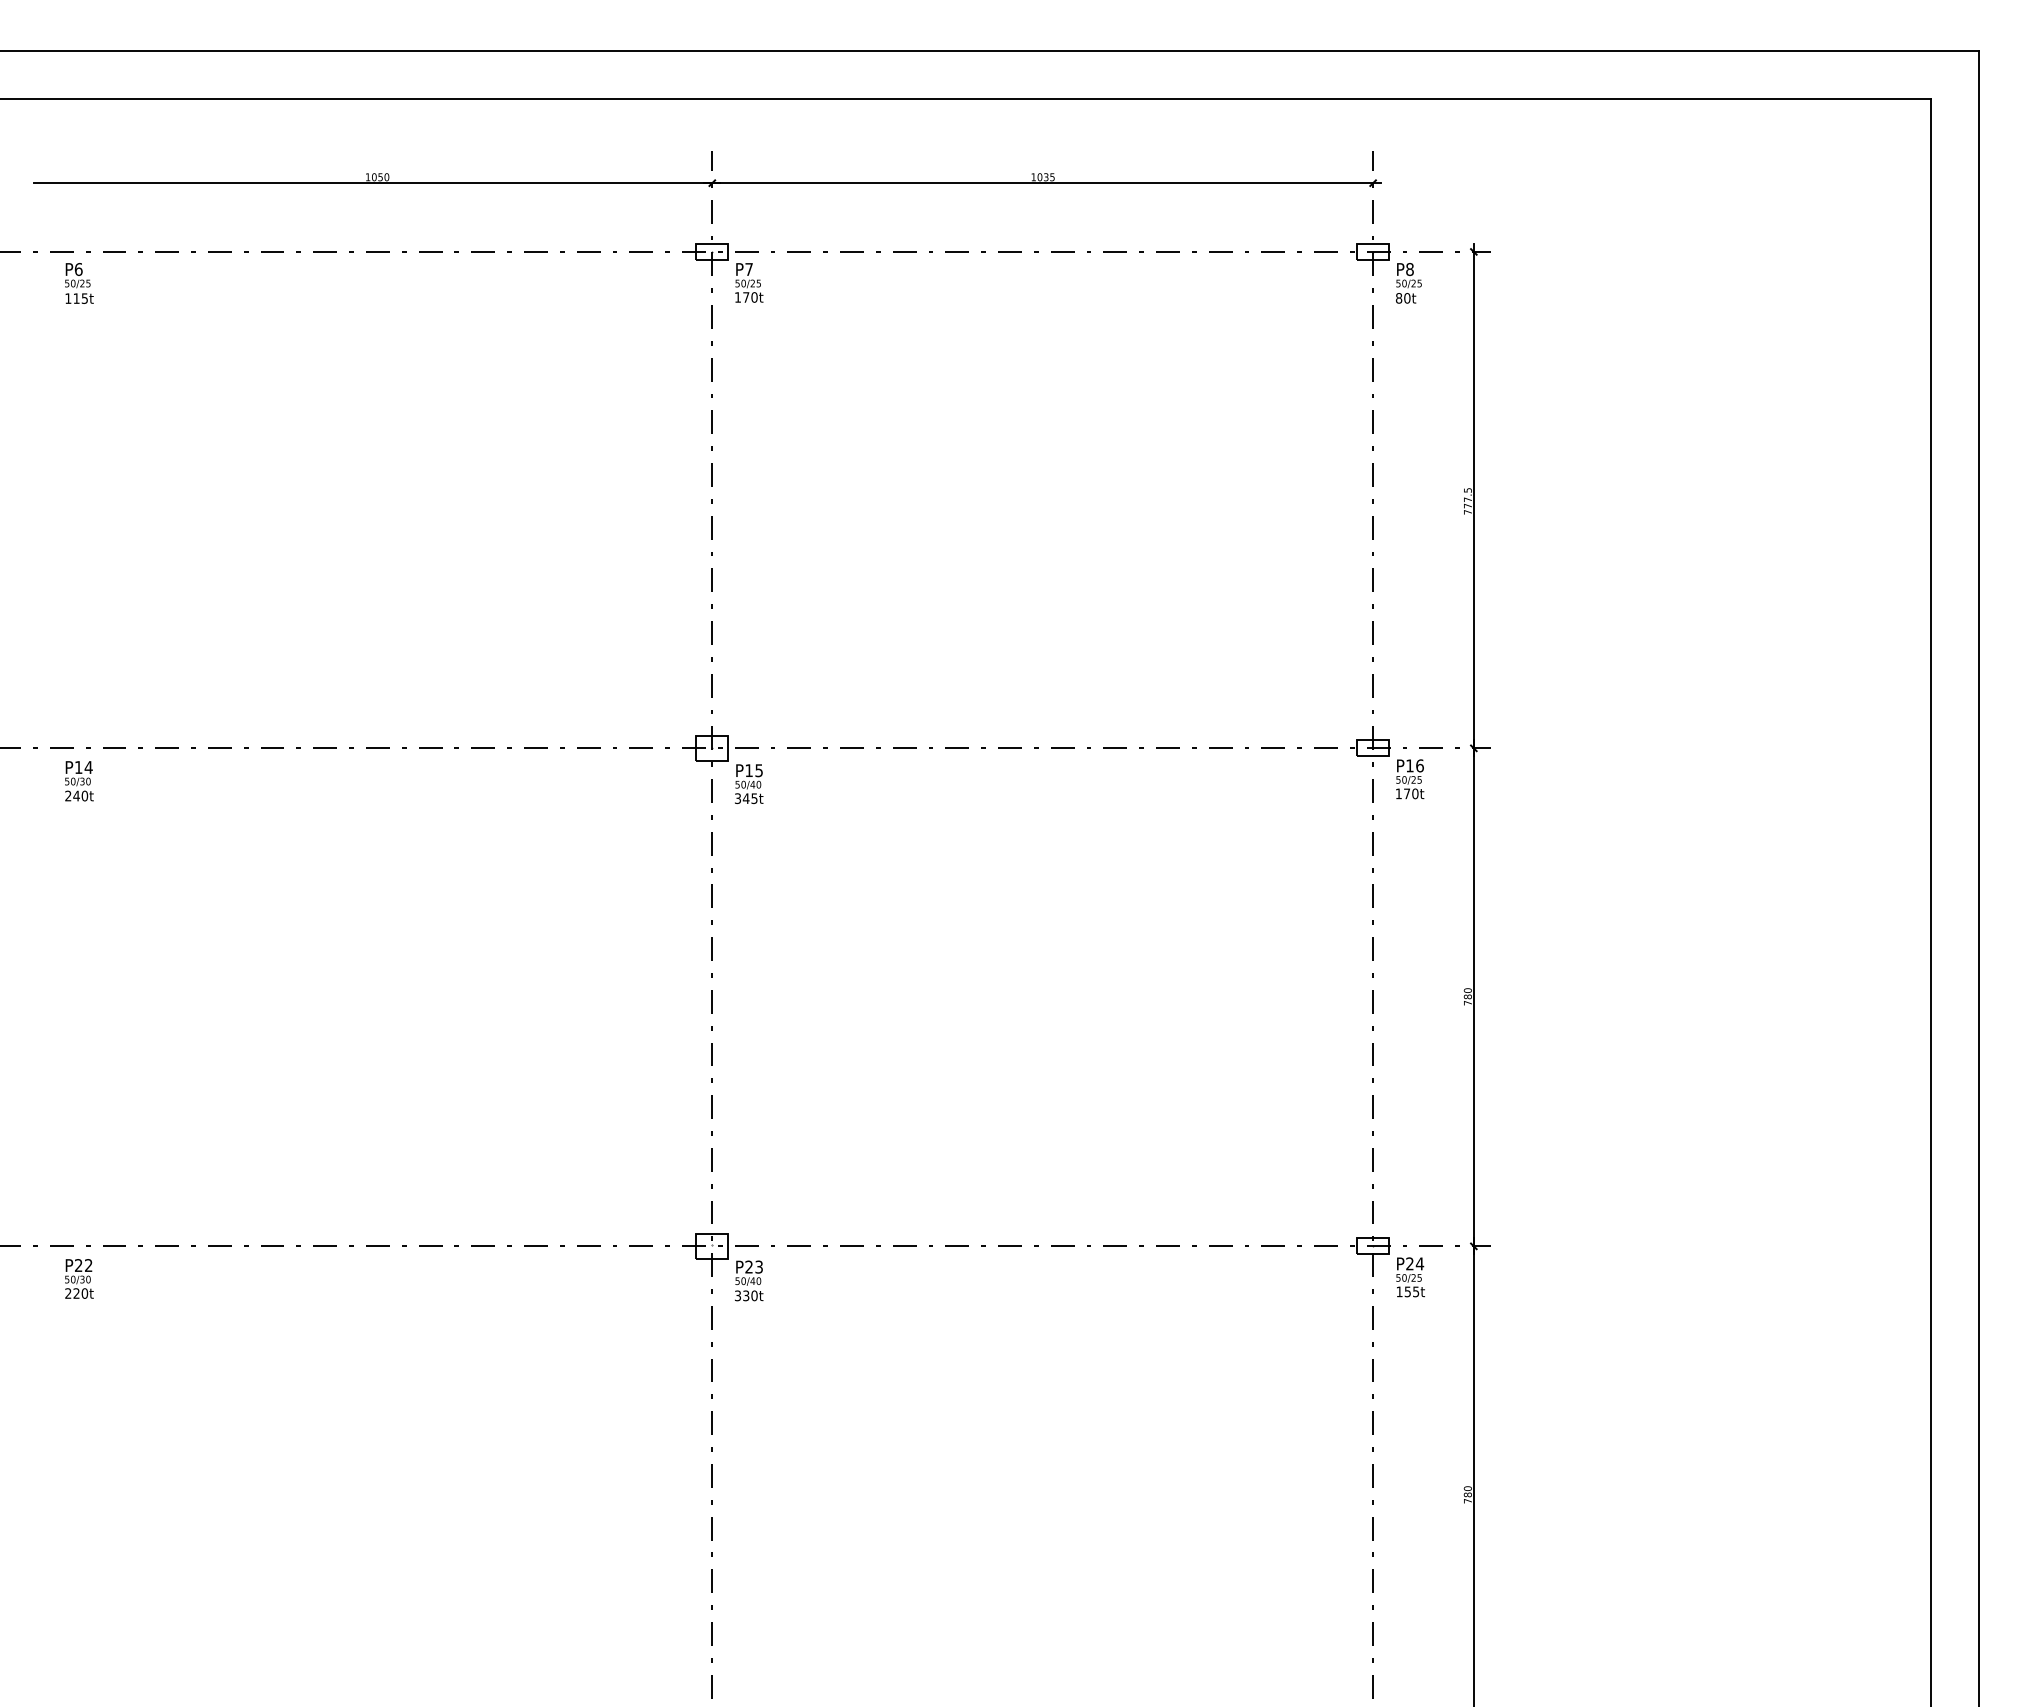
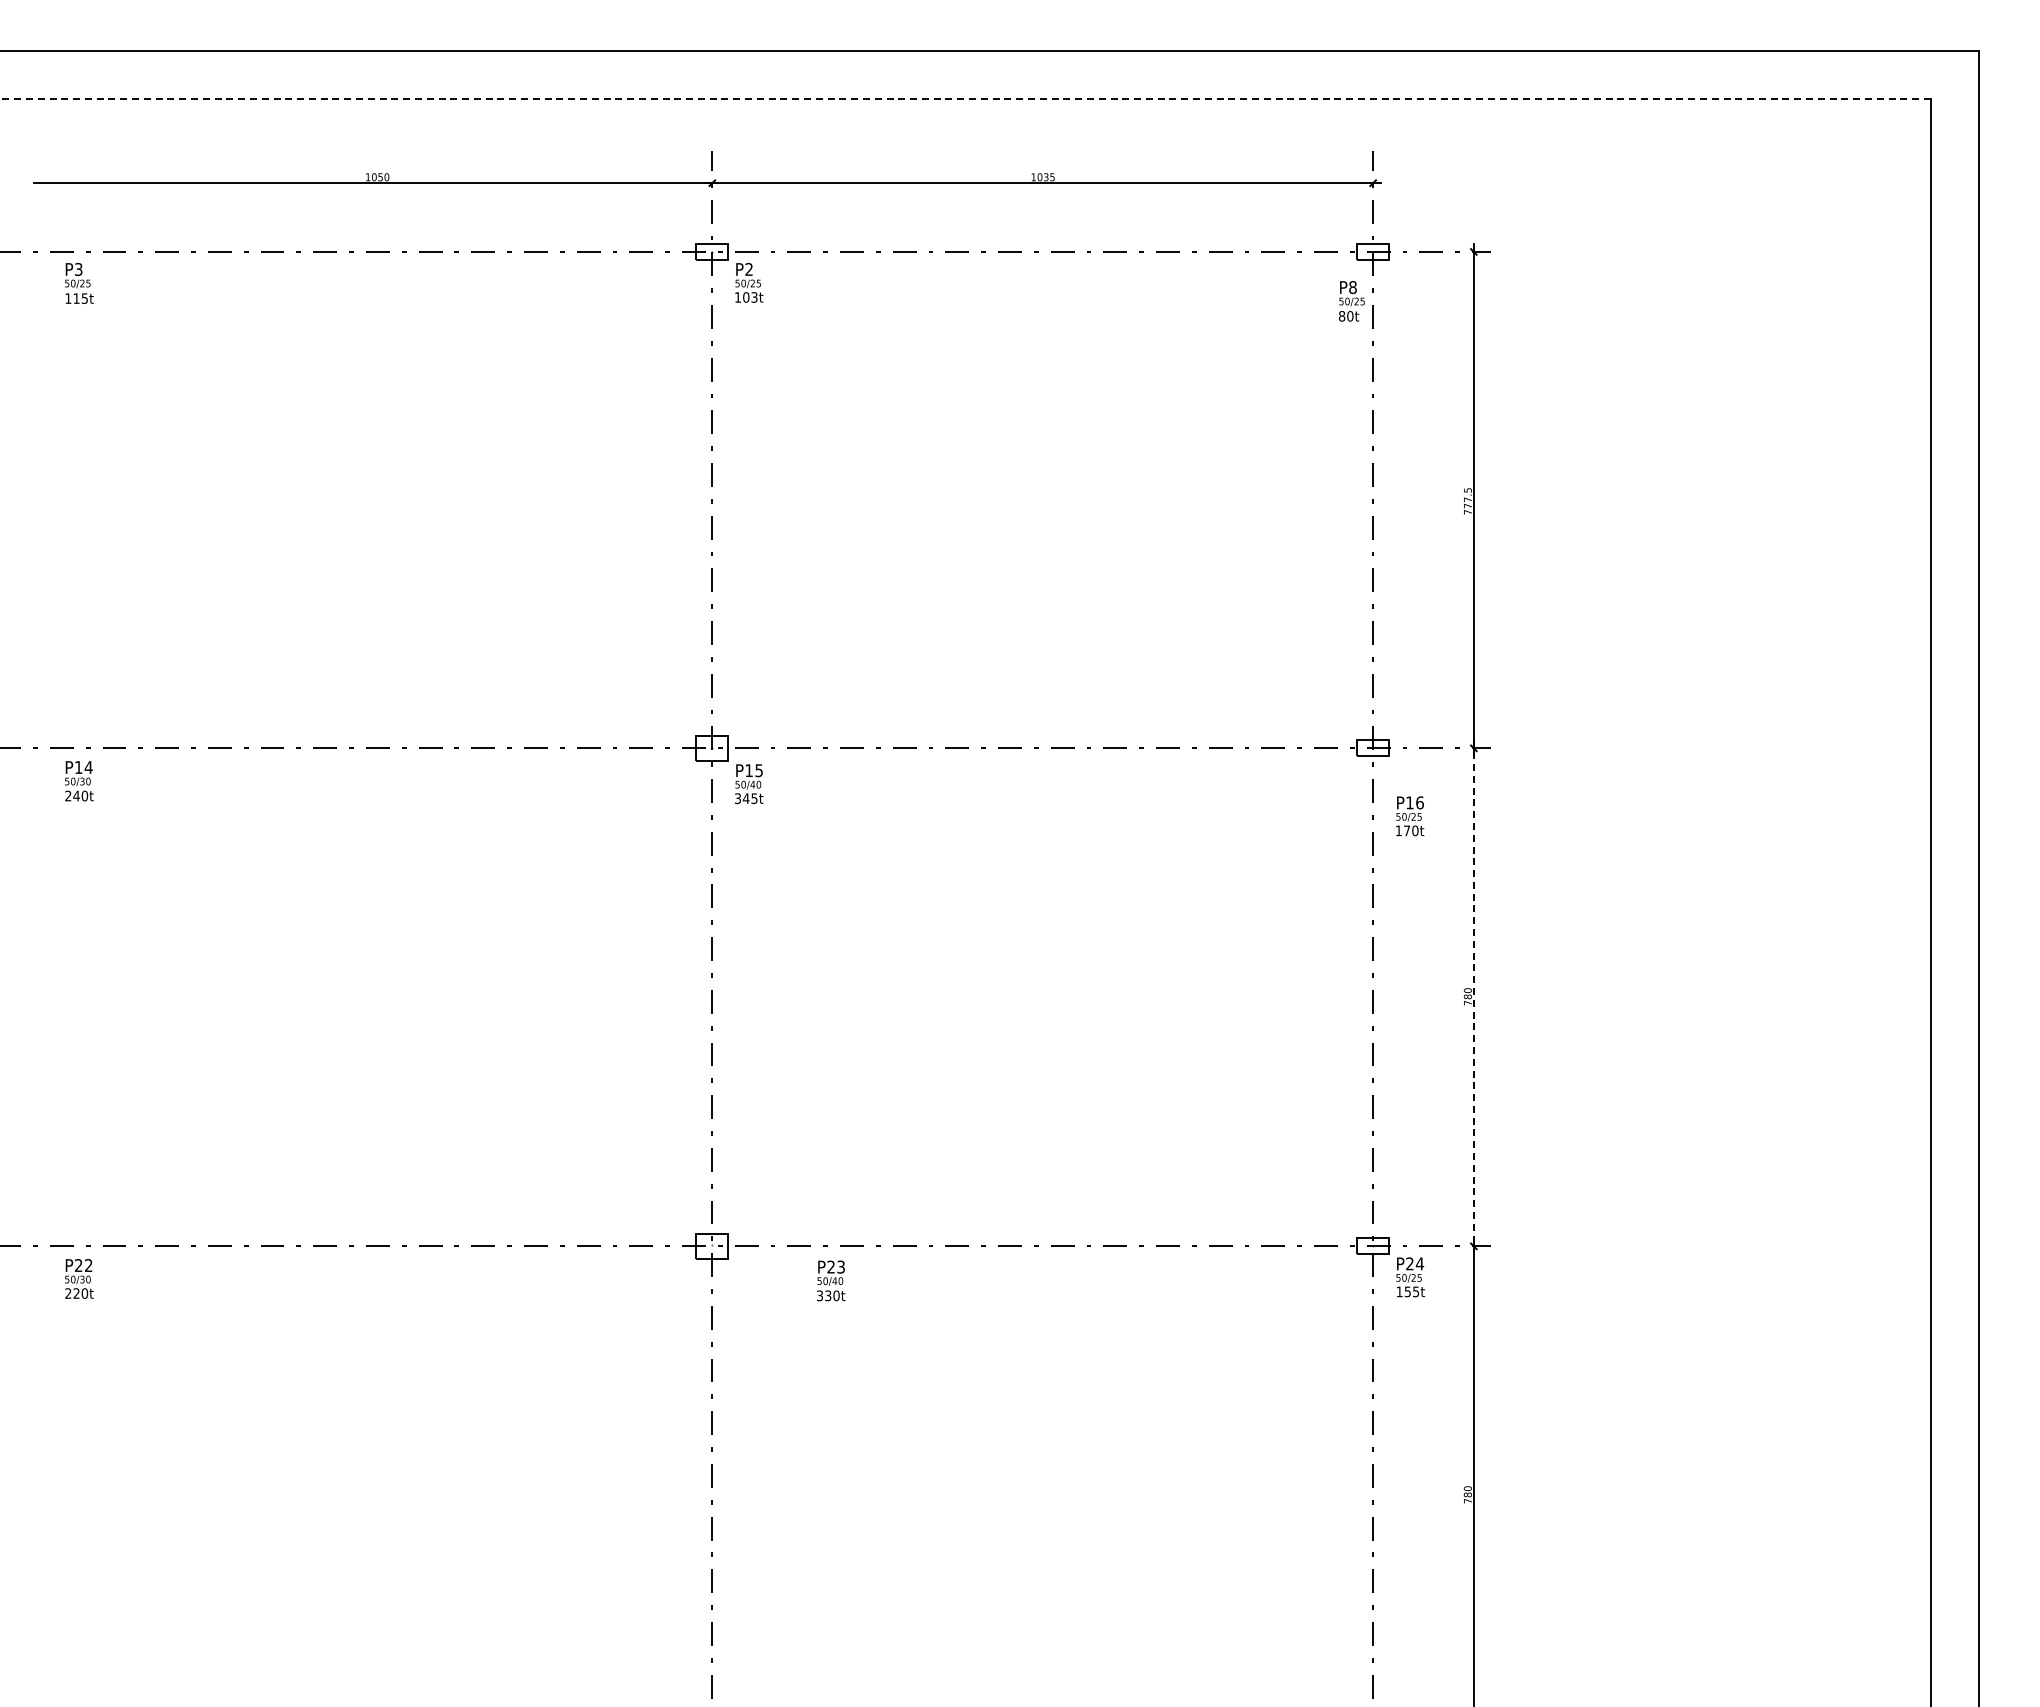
line at (964, 99): solid -> dashed
text at (748, 268): P7 -> P2
text at (78, 269): P6 -> P3
text at (1408, 283) position: (1408, 283) -> (1351, 301)
text at (750, 297): 170t -> 103t
text at (1410, 779) position: (1410, 779) -> (1410, 816)
line at (1473, 997): solid -> dashed
text at (749, 1280) position: (749, 1280) -> (831, 1280)
